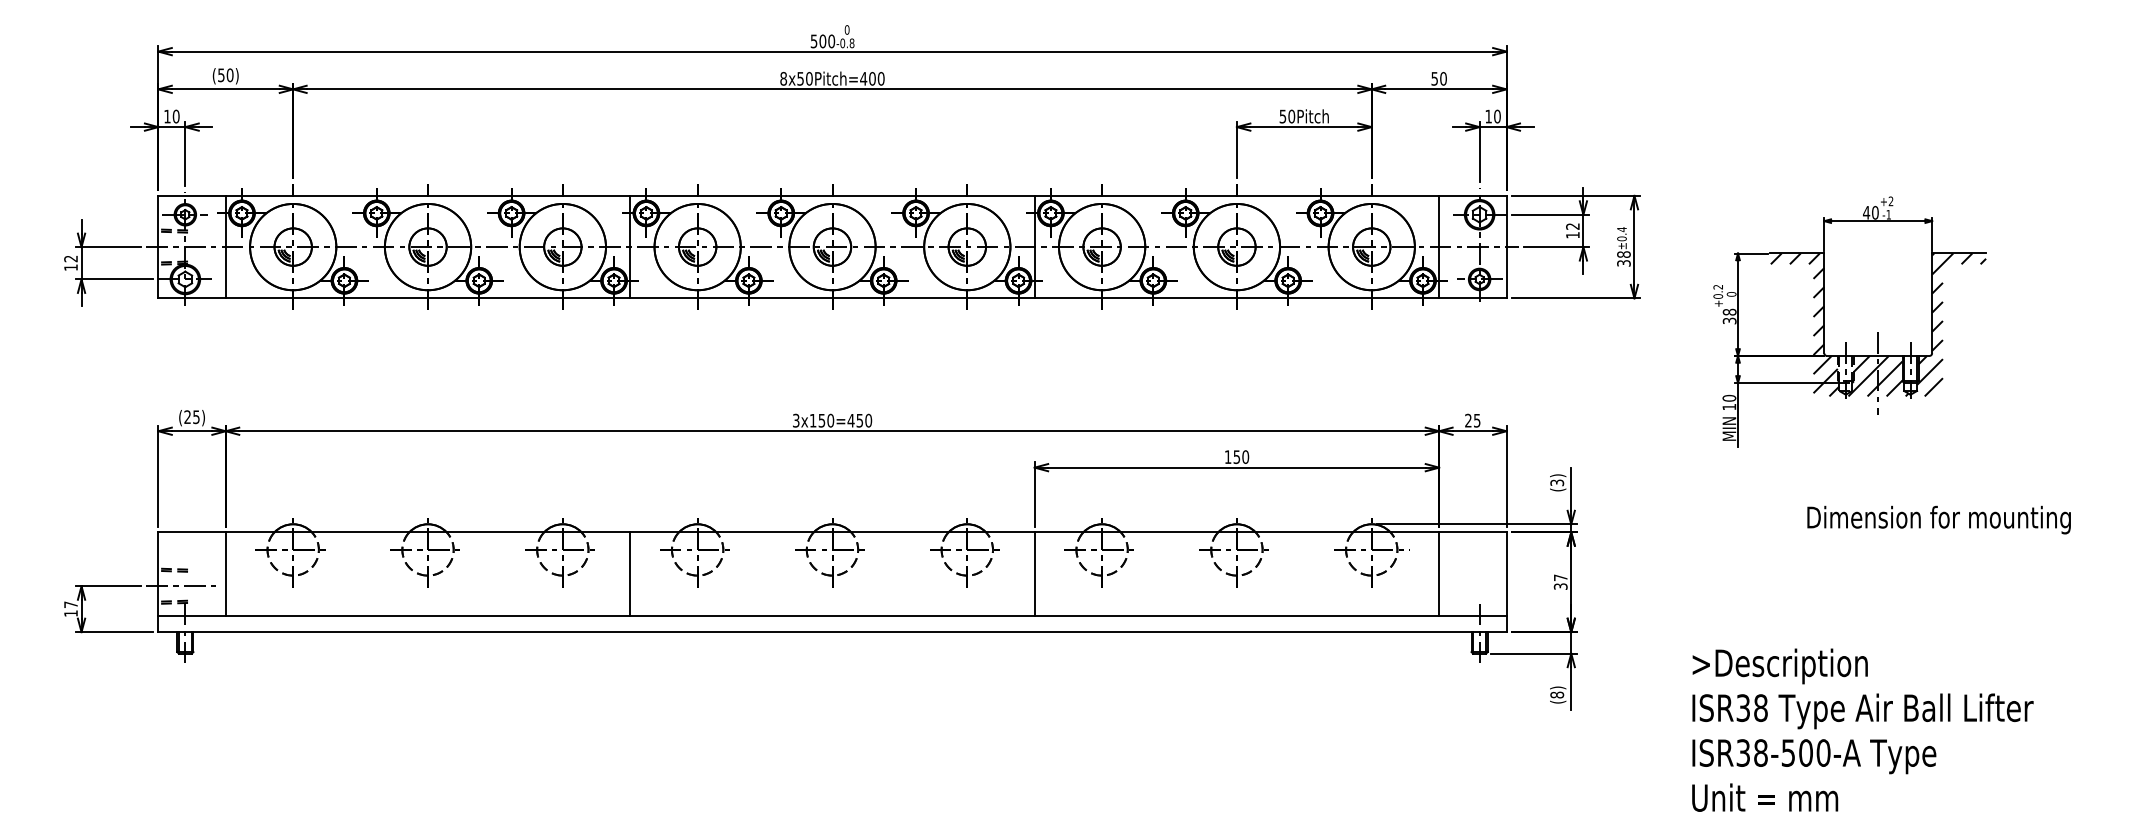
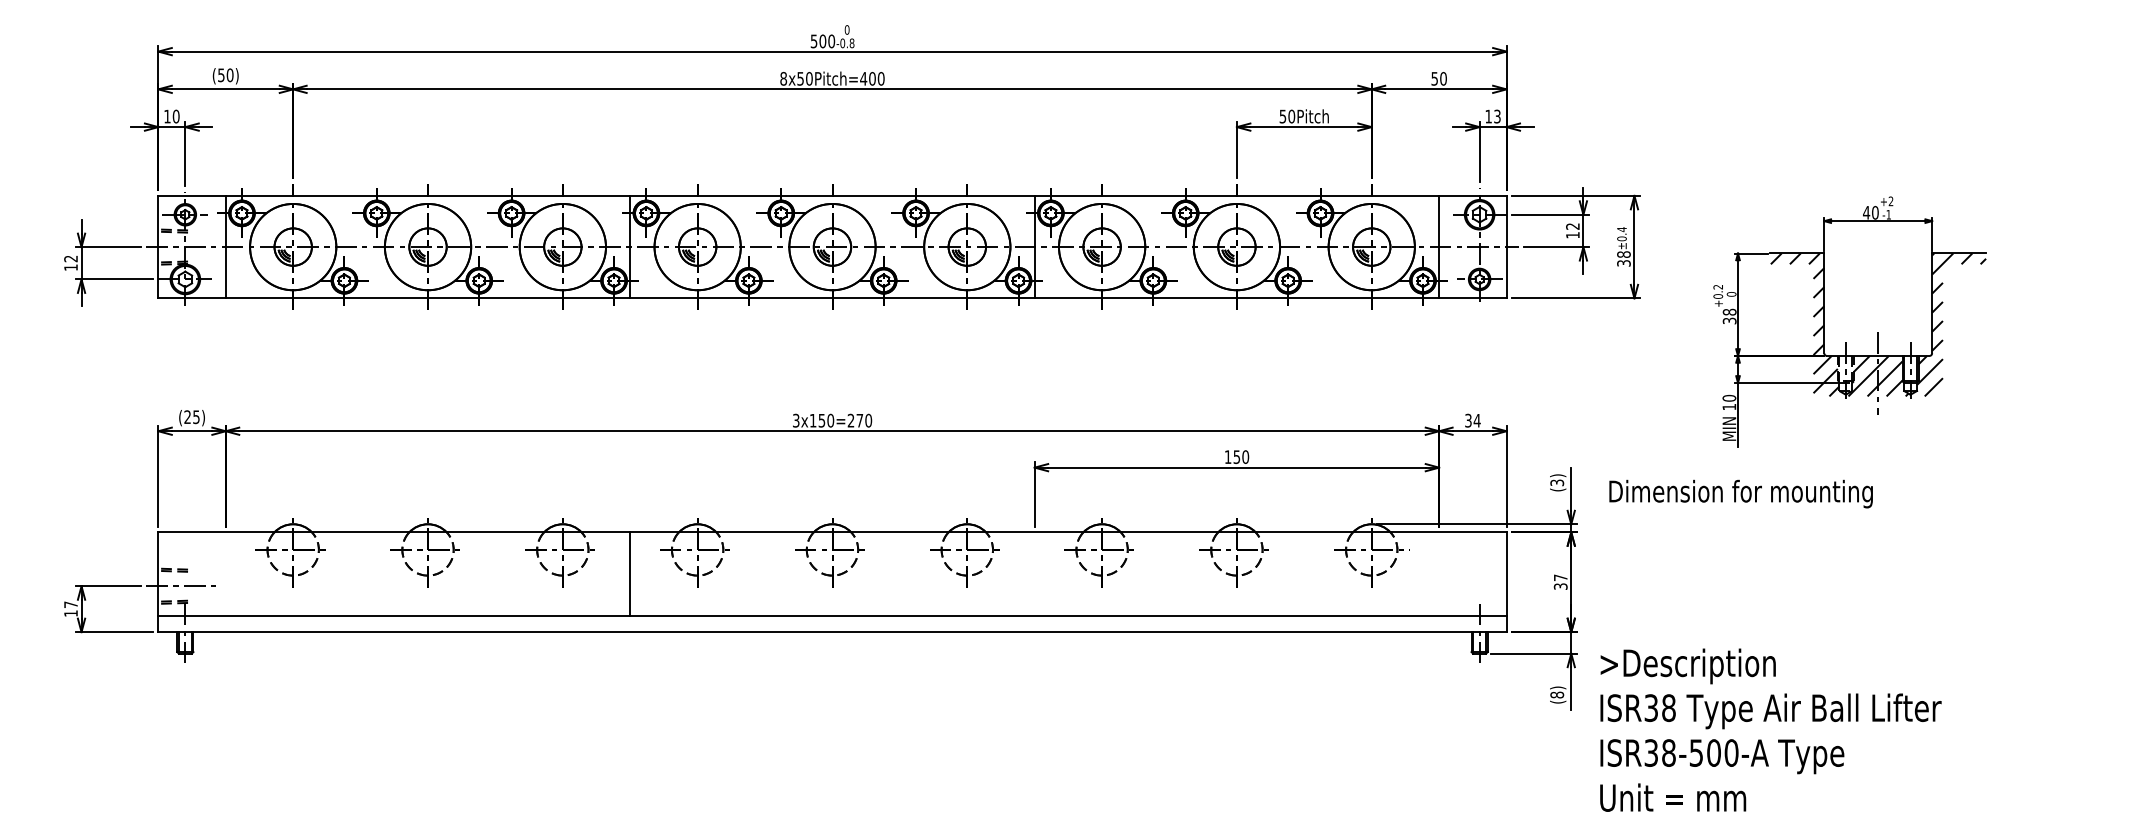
text at (1497, 116): 10 -> 13
text at (855, 420): 3x150=450 -> 3x150=270
text at (1472, 420): 25 -> 34
text at (1938, 519) position: (1938, 519) -> (1740, 493)
line at (225, 573): present -> none
line at (1034, 573): present -> none
line at (1439, 573): present -> none
text at (1862, 729) position: (1862, 729) -> (1770, 729)
